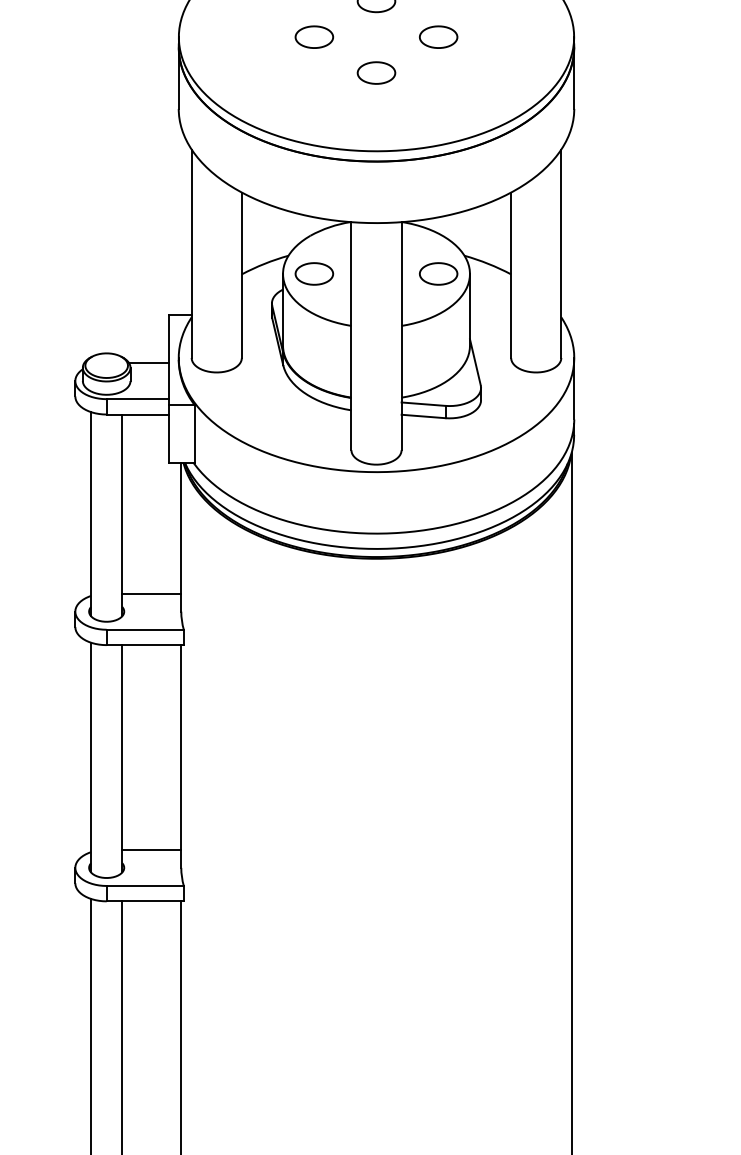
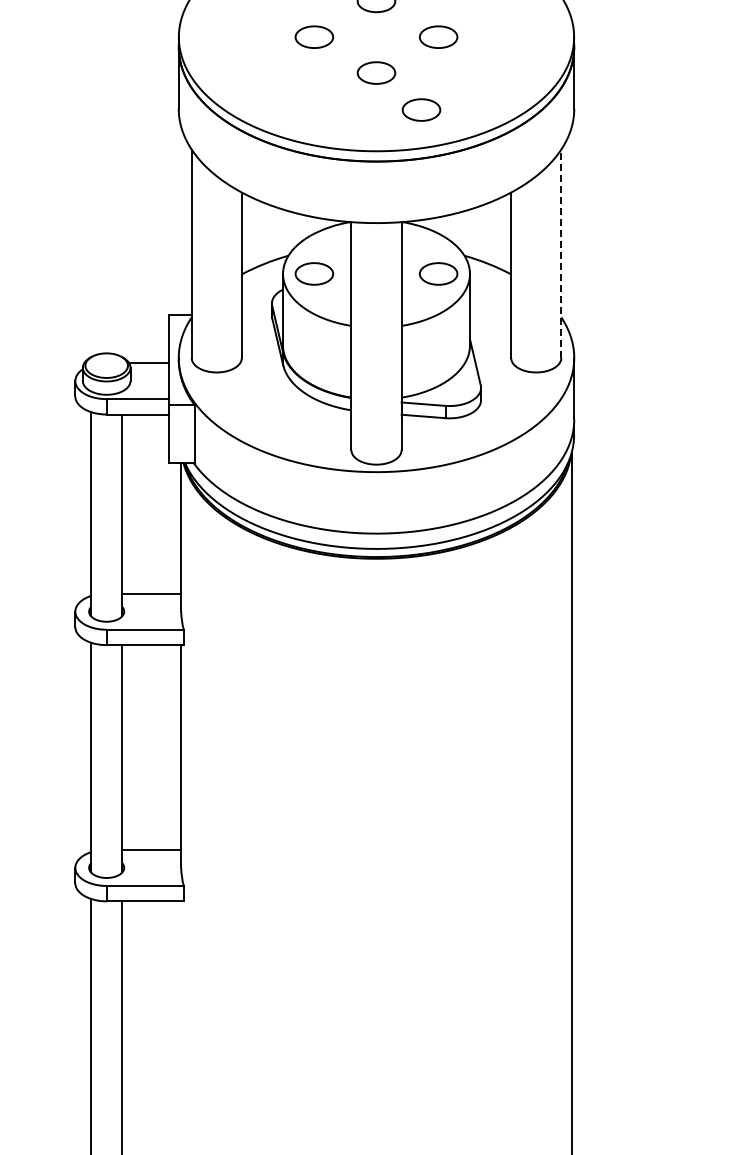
part at (421, 109): none -> present
line at (561, 253): solid -> dashed
line at (181, 1026): present -> none
